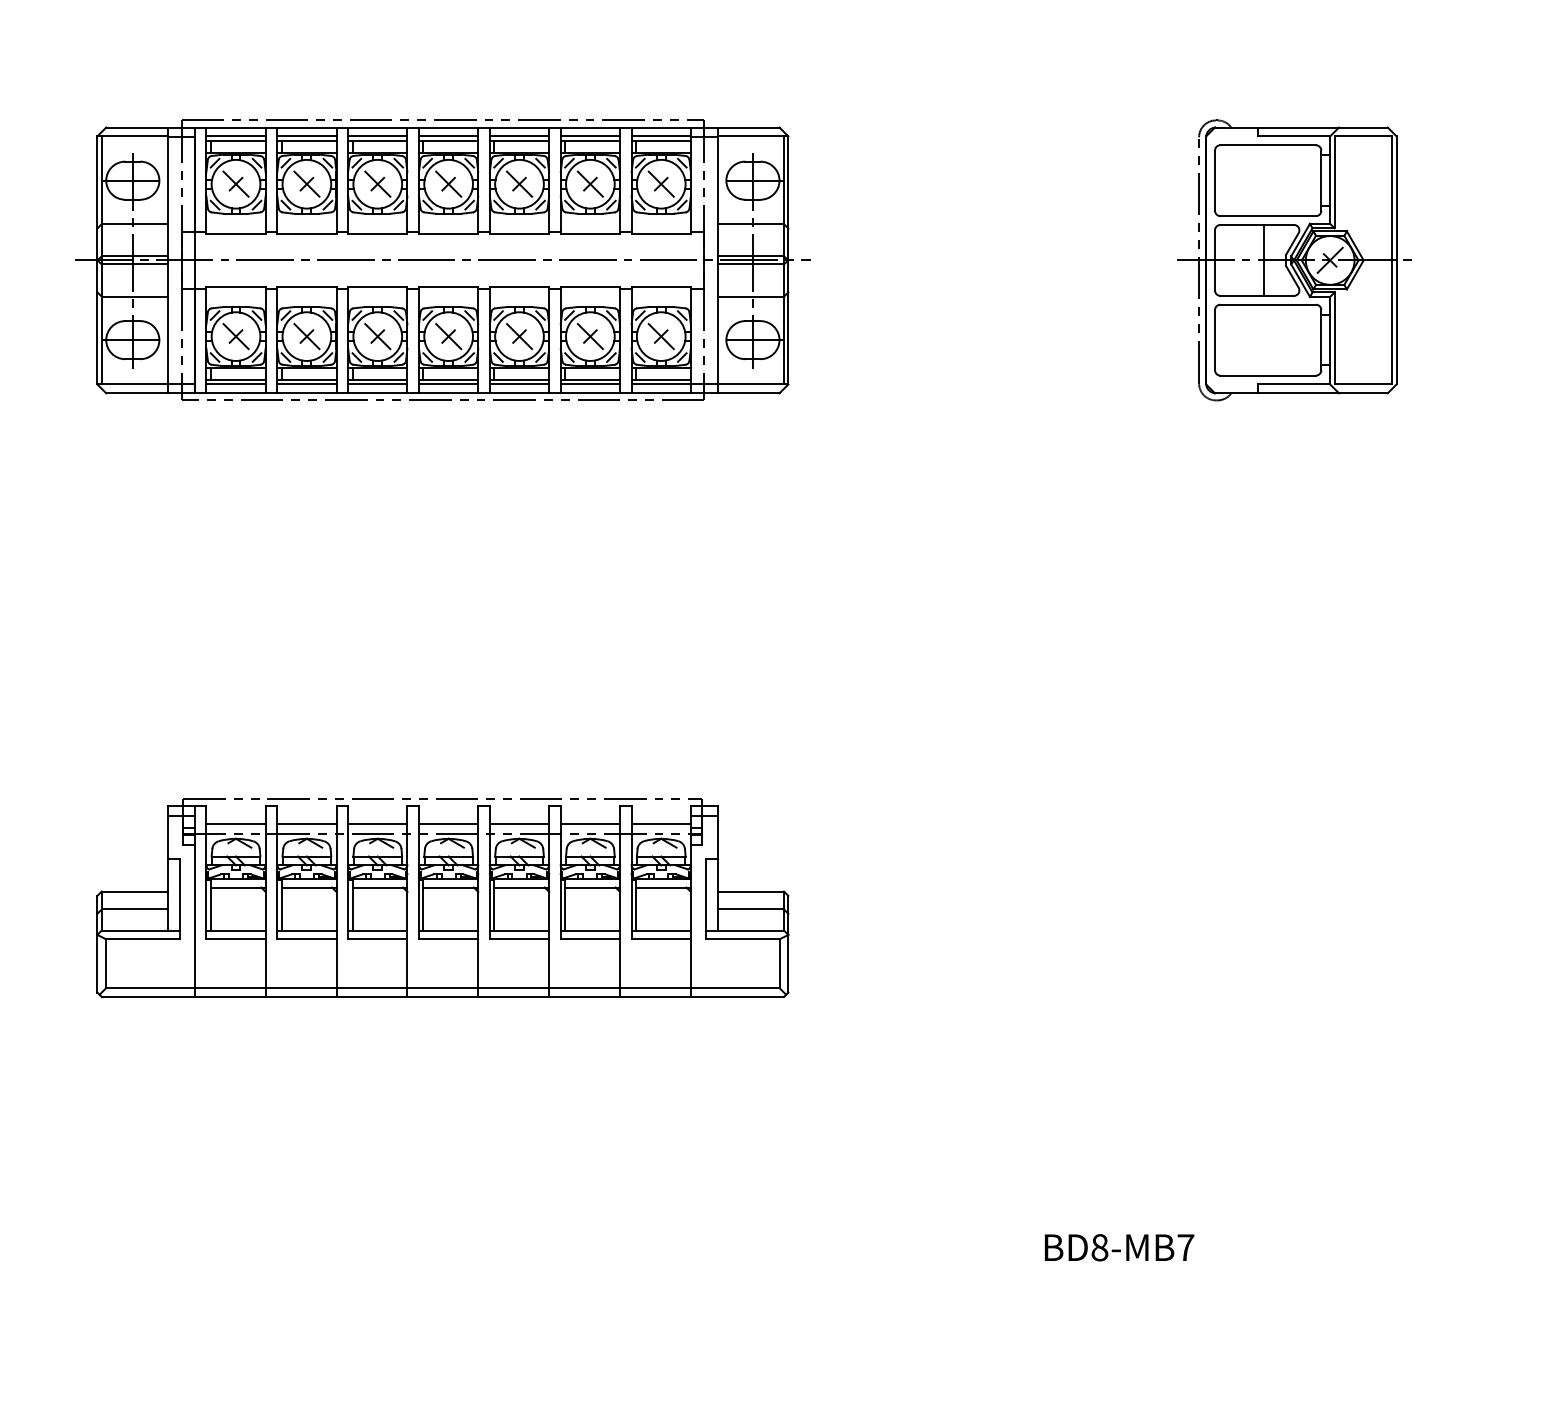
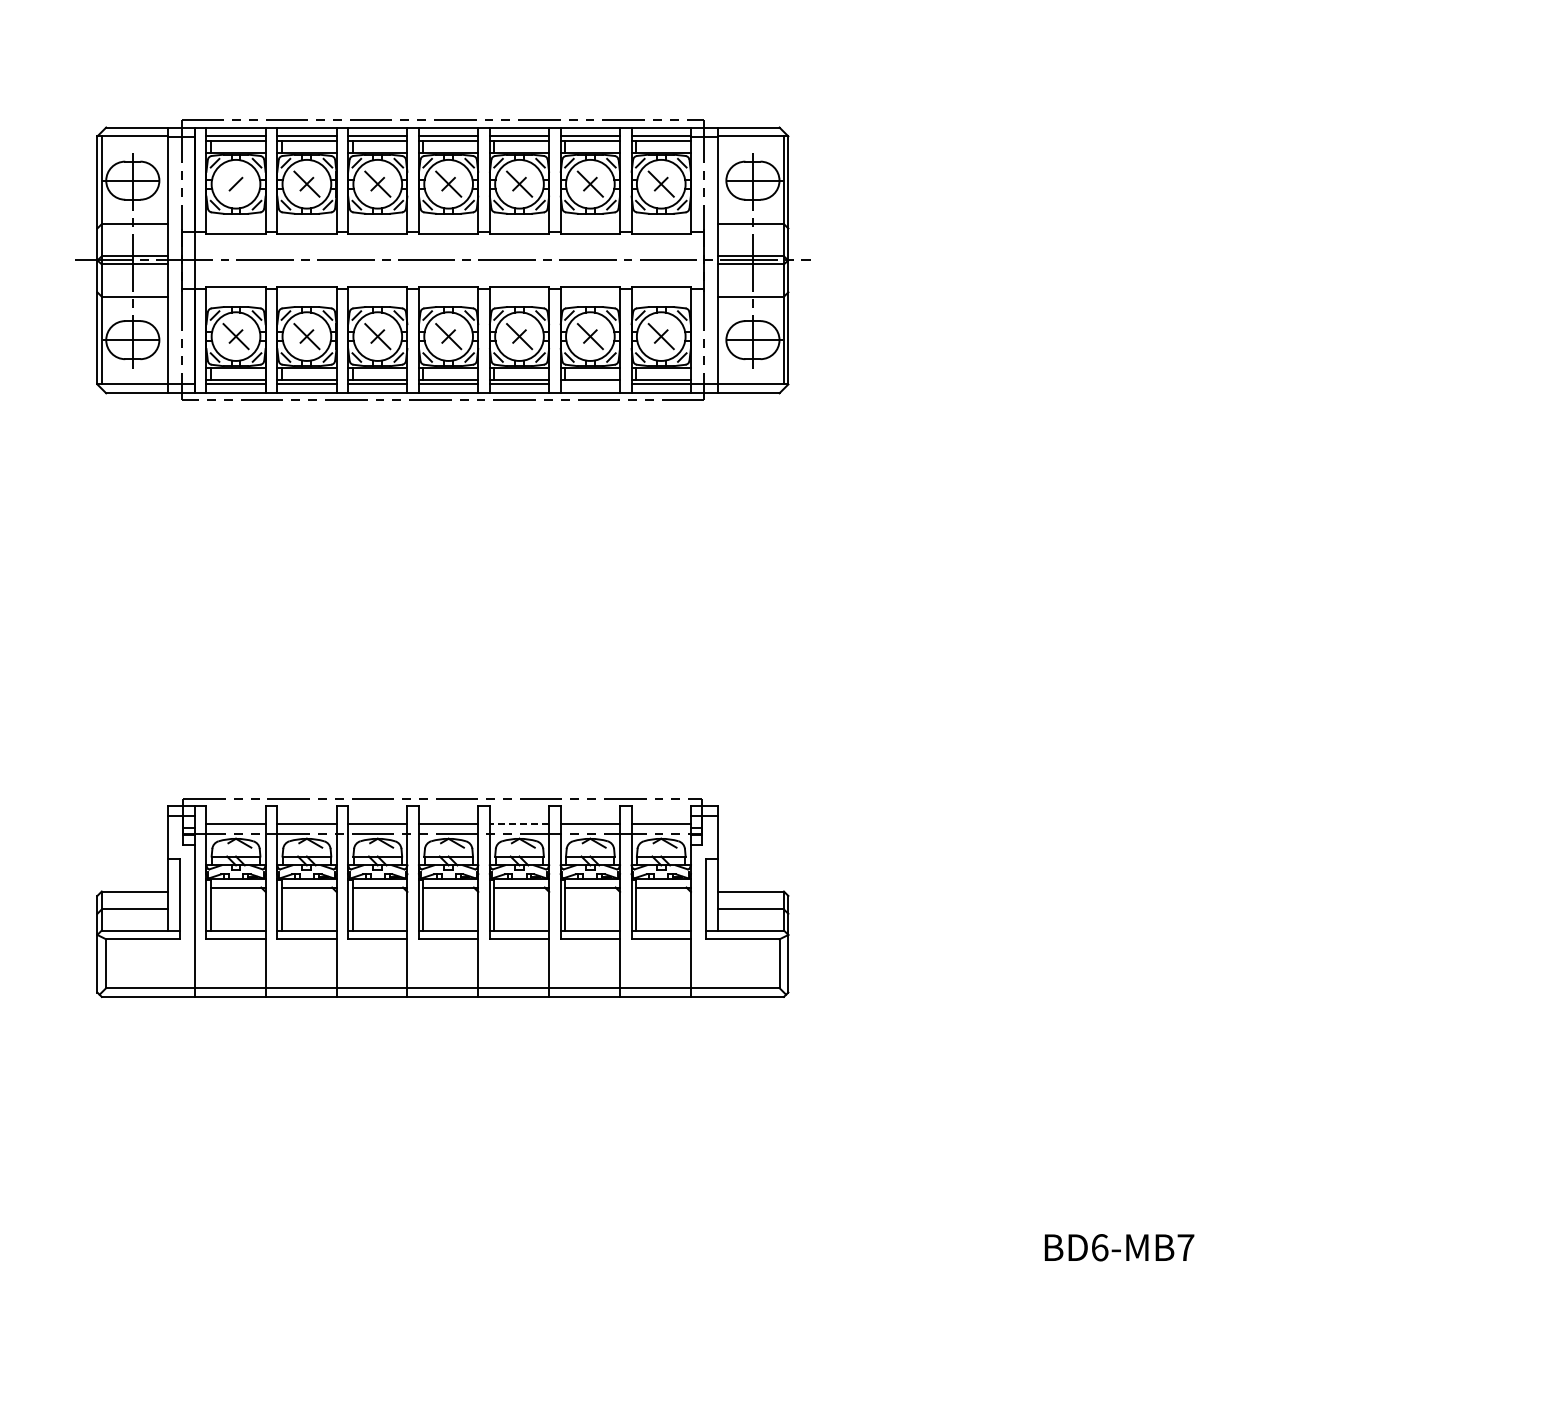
line at (235, 183): present -> none
part at (1294, 260): present -> none
line at (590, 384): present -> none
line at (519, 824): solid -> dashed
text at (1099, 1247): BD8-MB7 -> BD6-MB7
